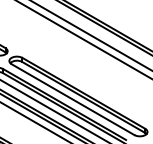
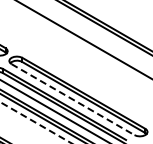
line at (91, 35): present -> none
line at (73, 99): solid -> dashed
line at (37, 123): solid -> dashed
